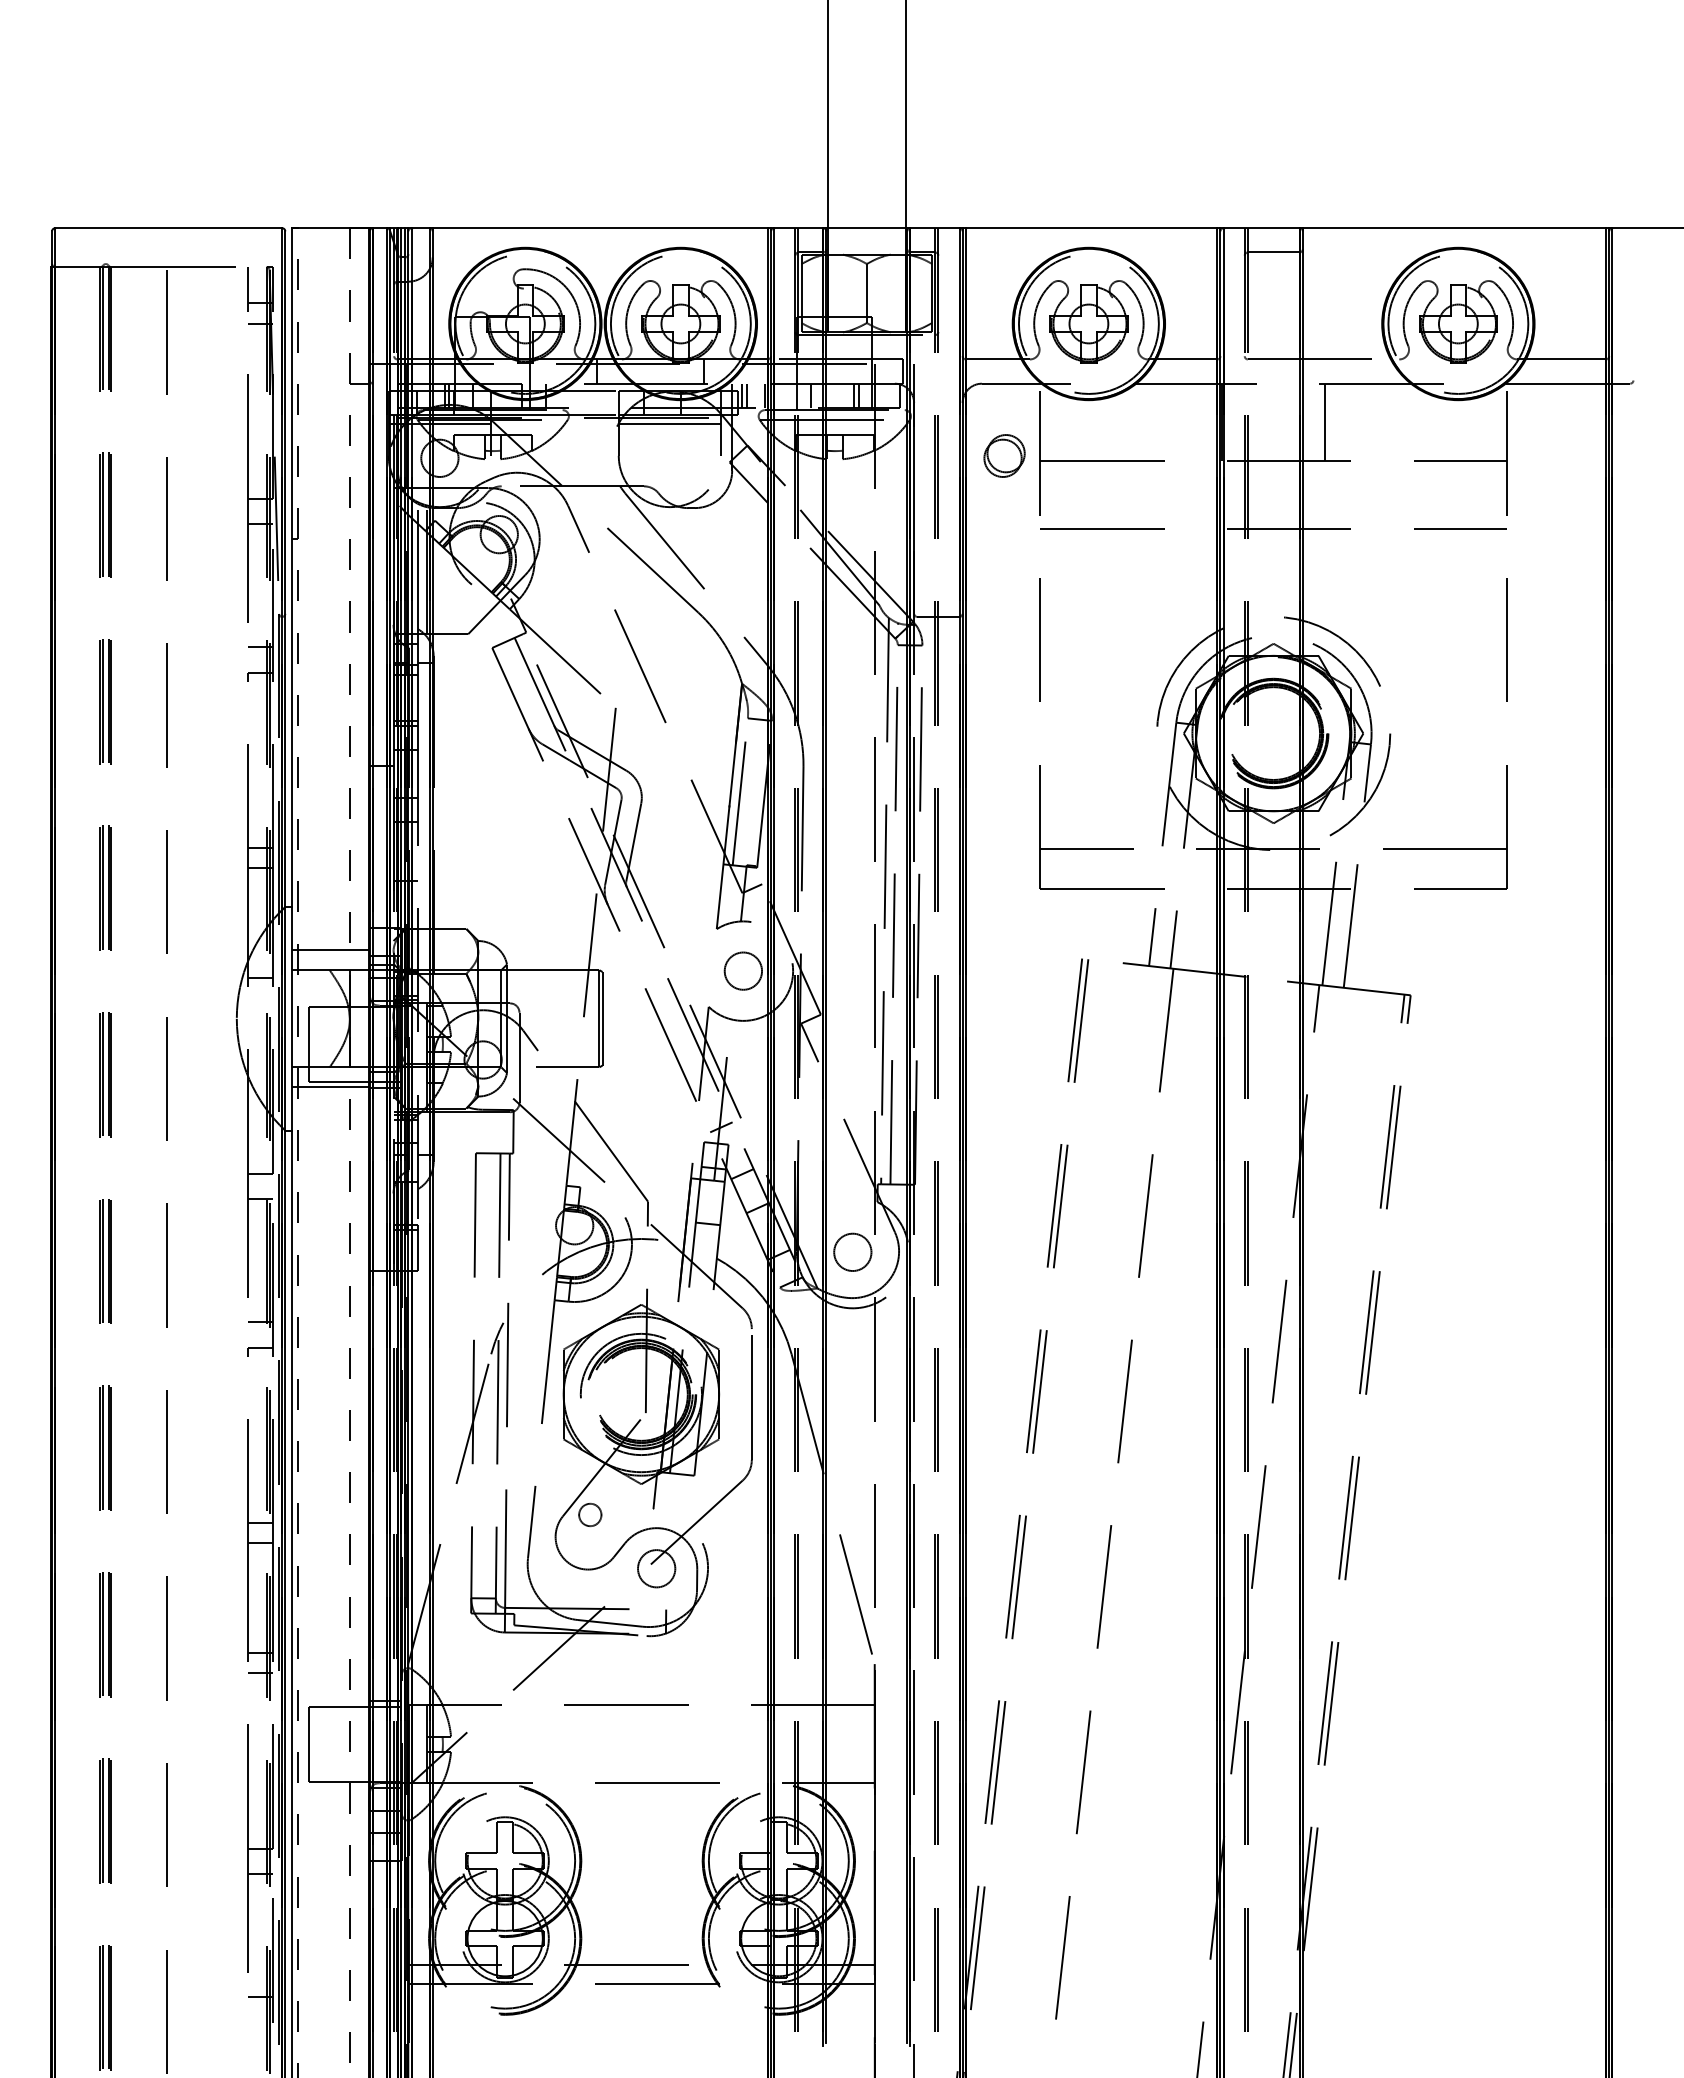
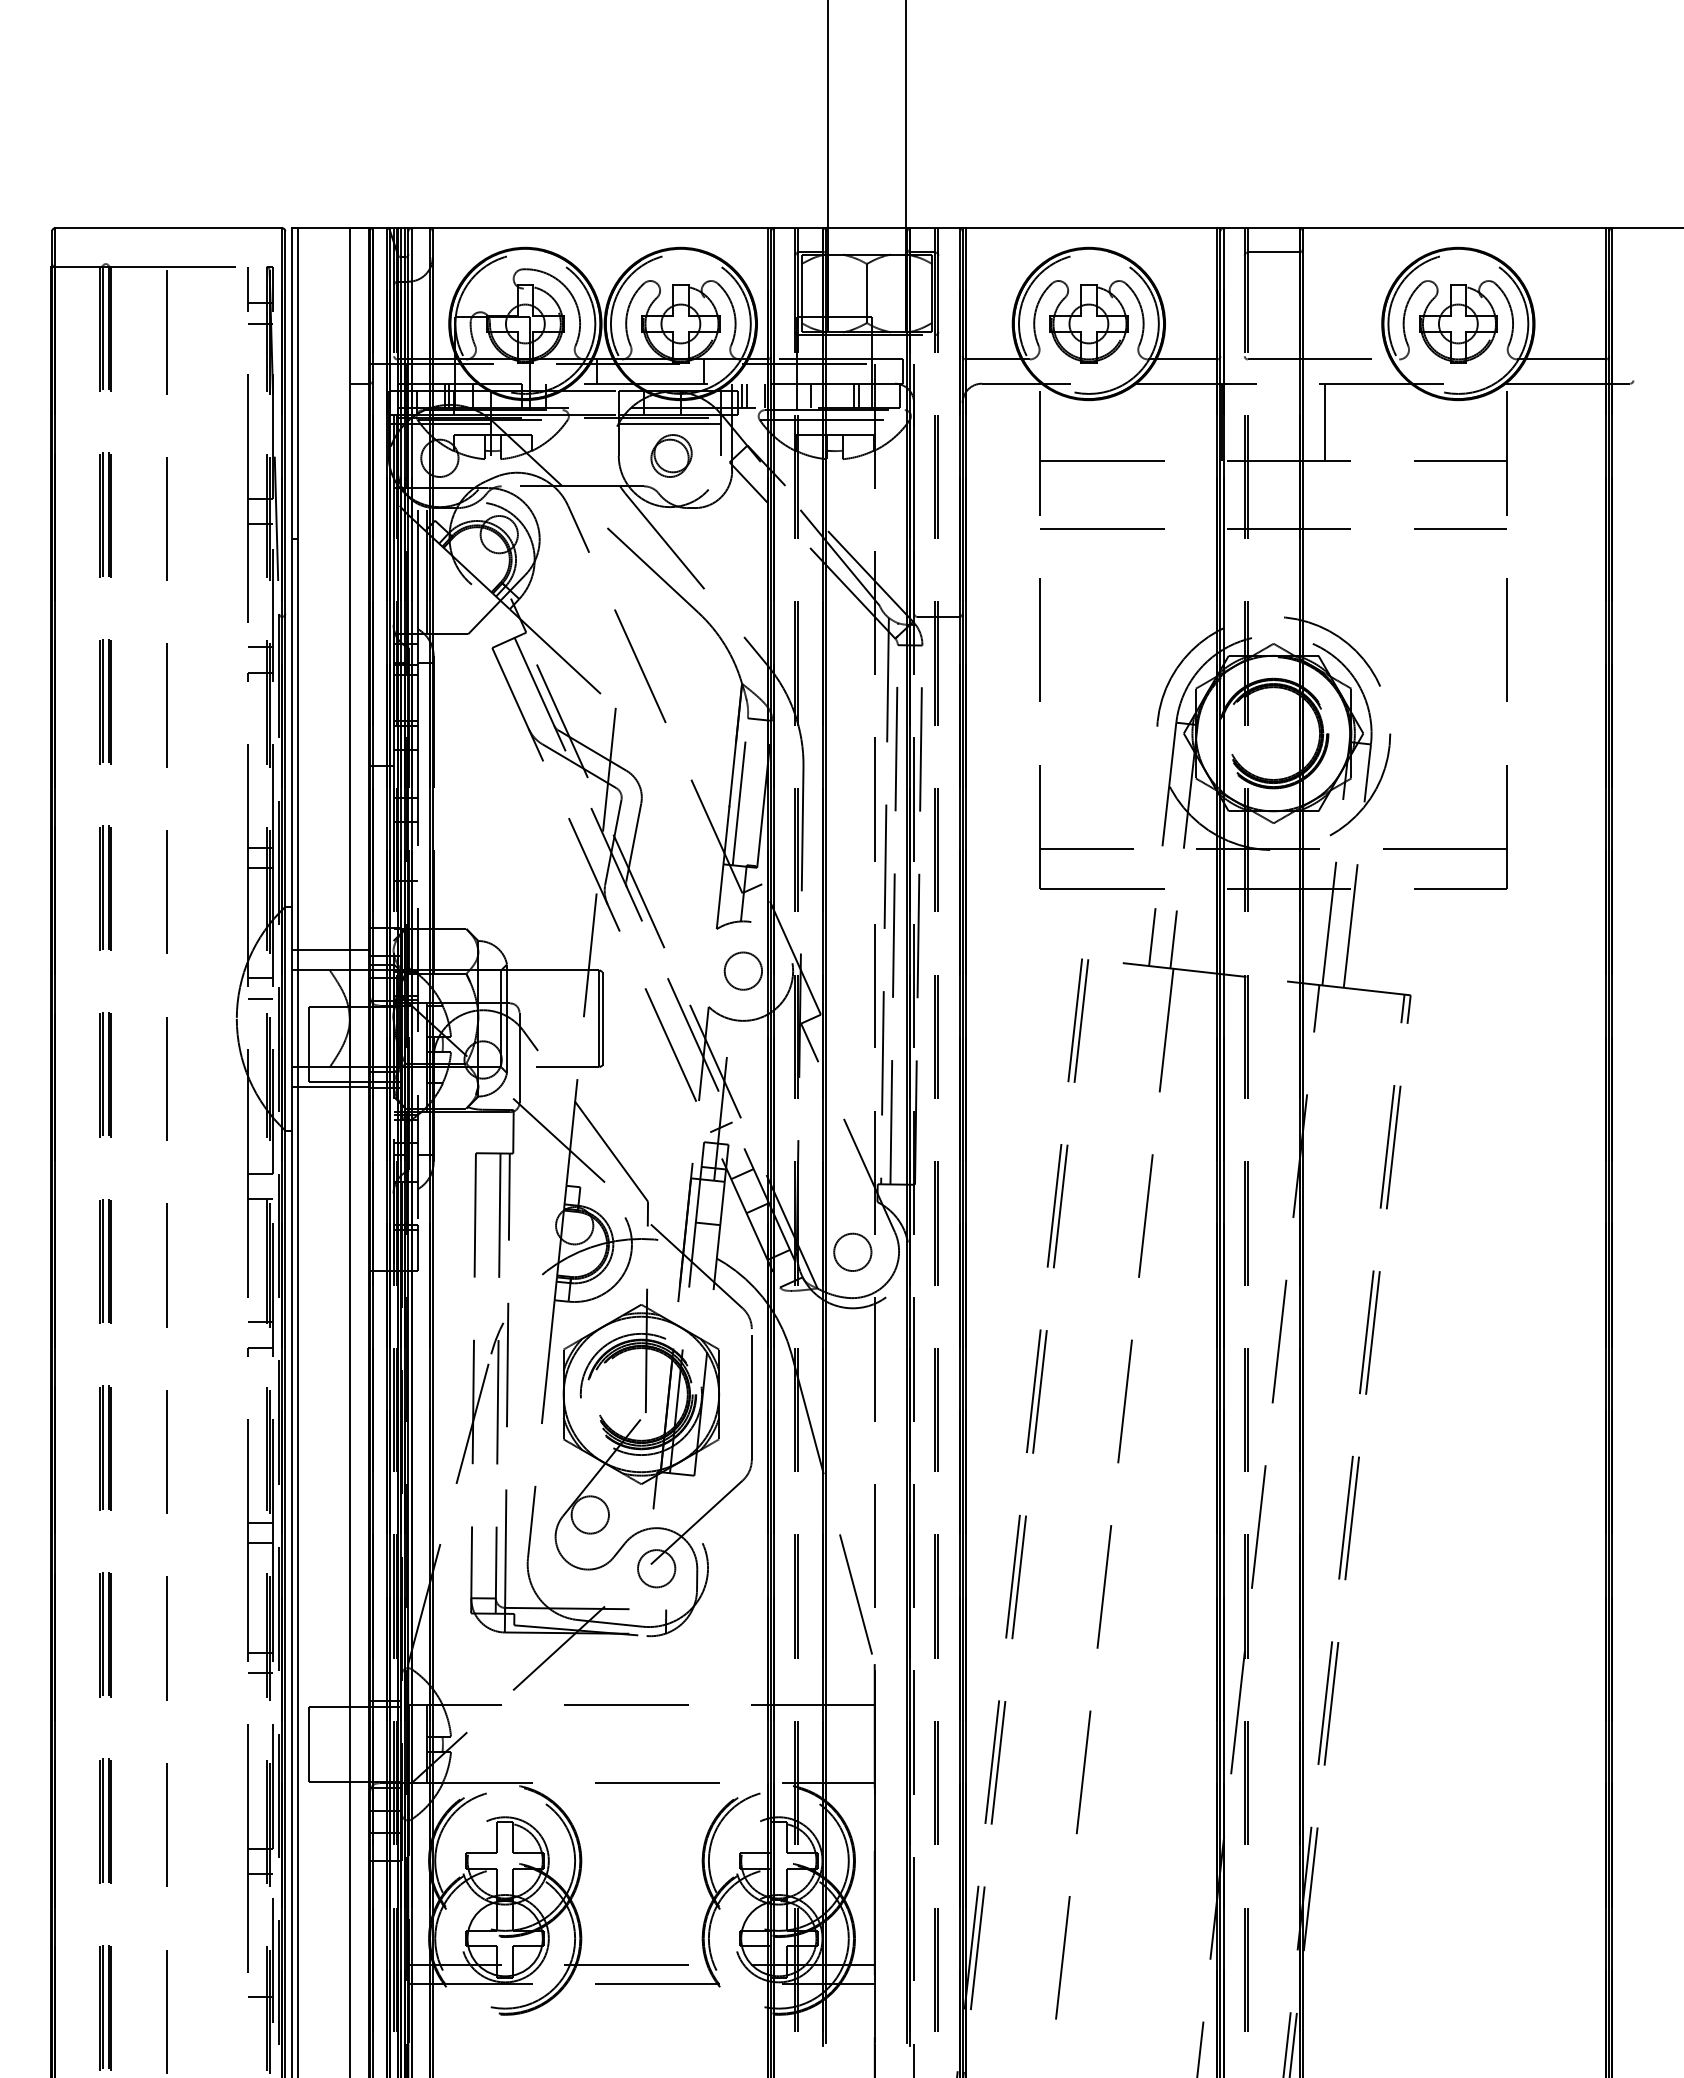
part at (1004, 455) position: (1004, 455) -> (671, 455)
line at (260, 998): none -> present
line at (297, 1152): dashed -> solid
line at (350, 1152): dashed -> solid
circle at (590, 1514) diameter: 22 px -> 37 px
